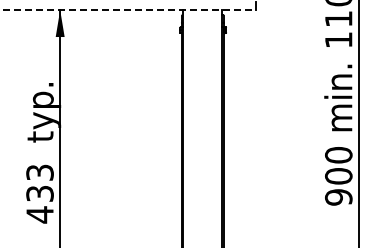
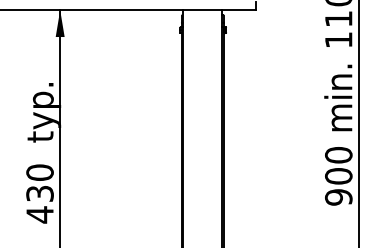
line at (127, 10): dashed -> solid
text at (39, 172): 433 -> 430
